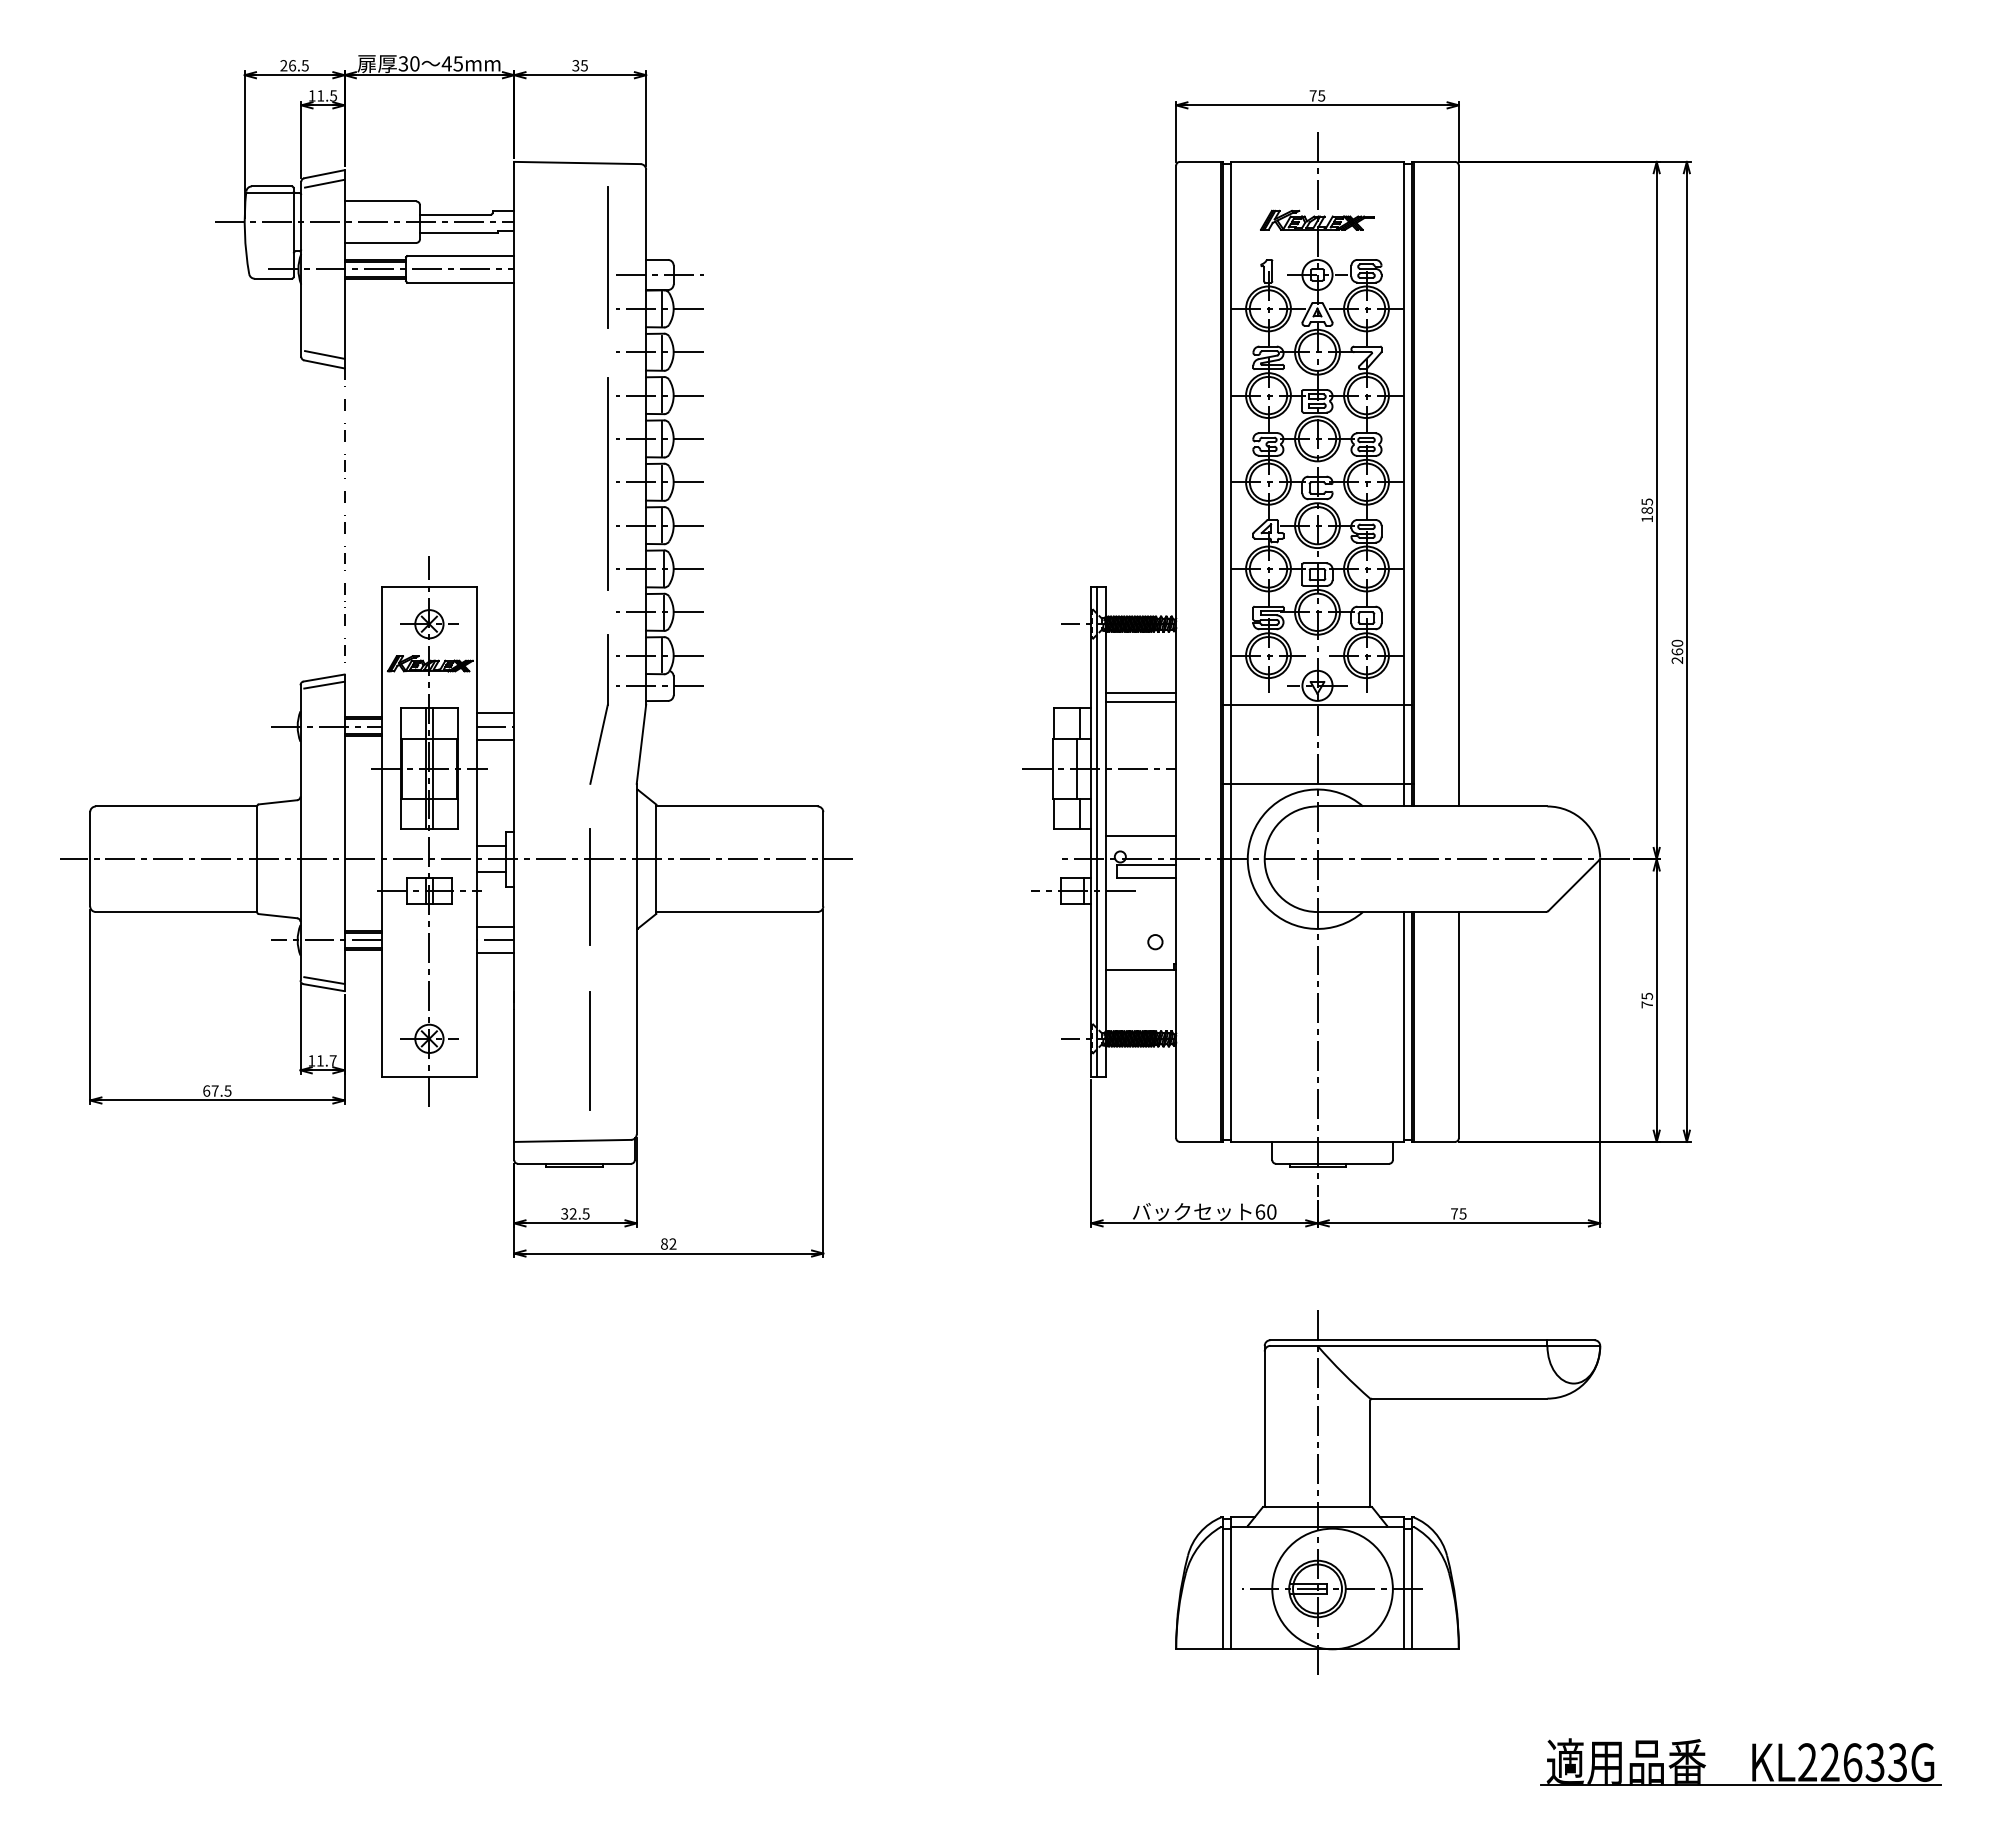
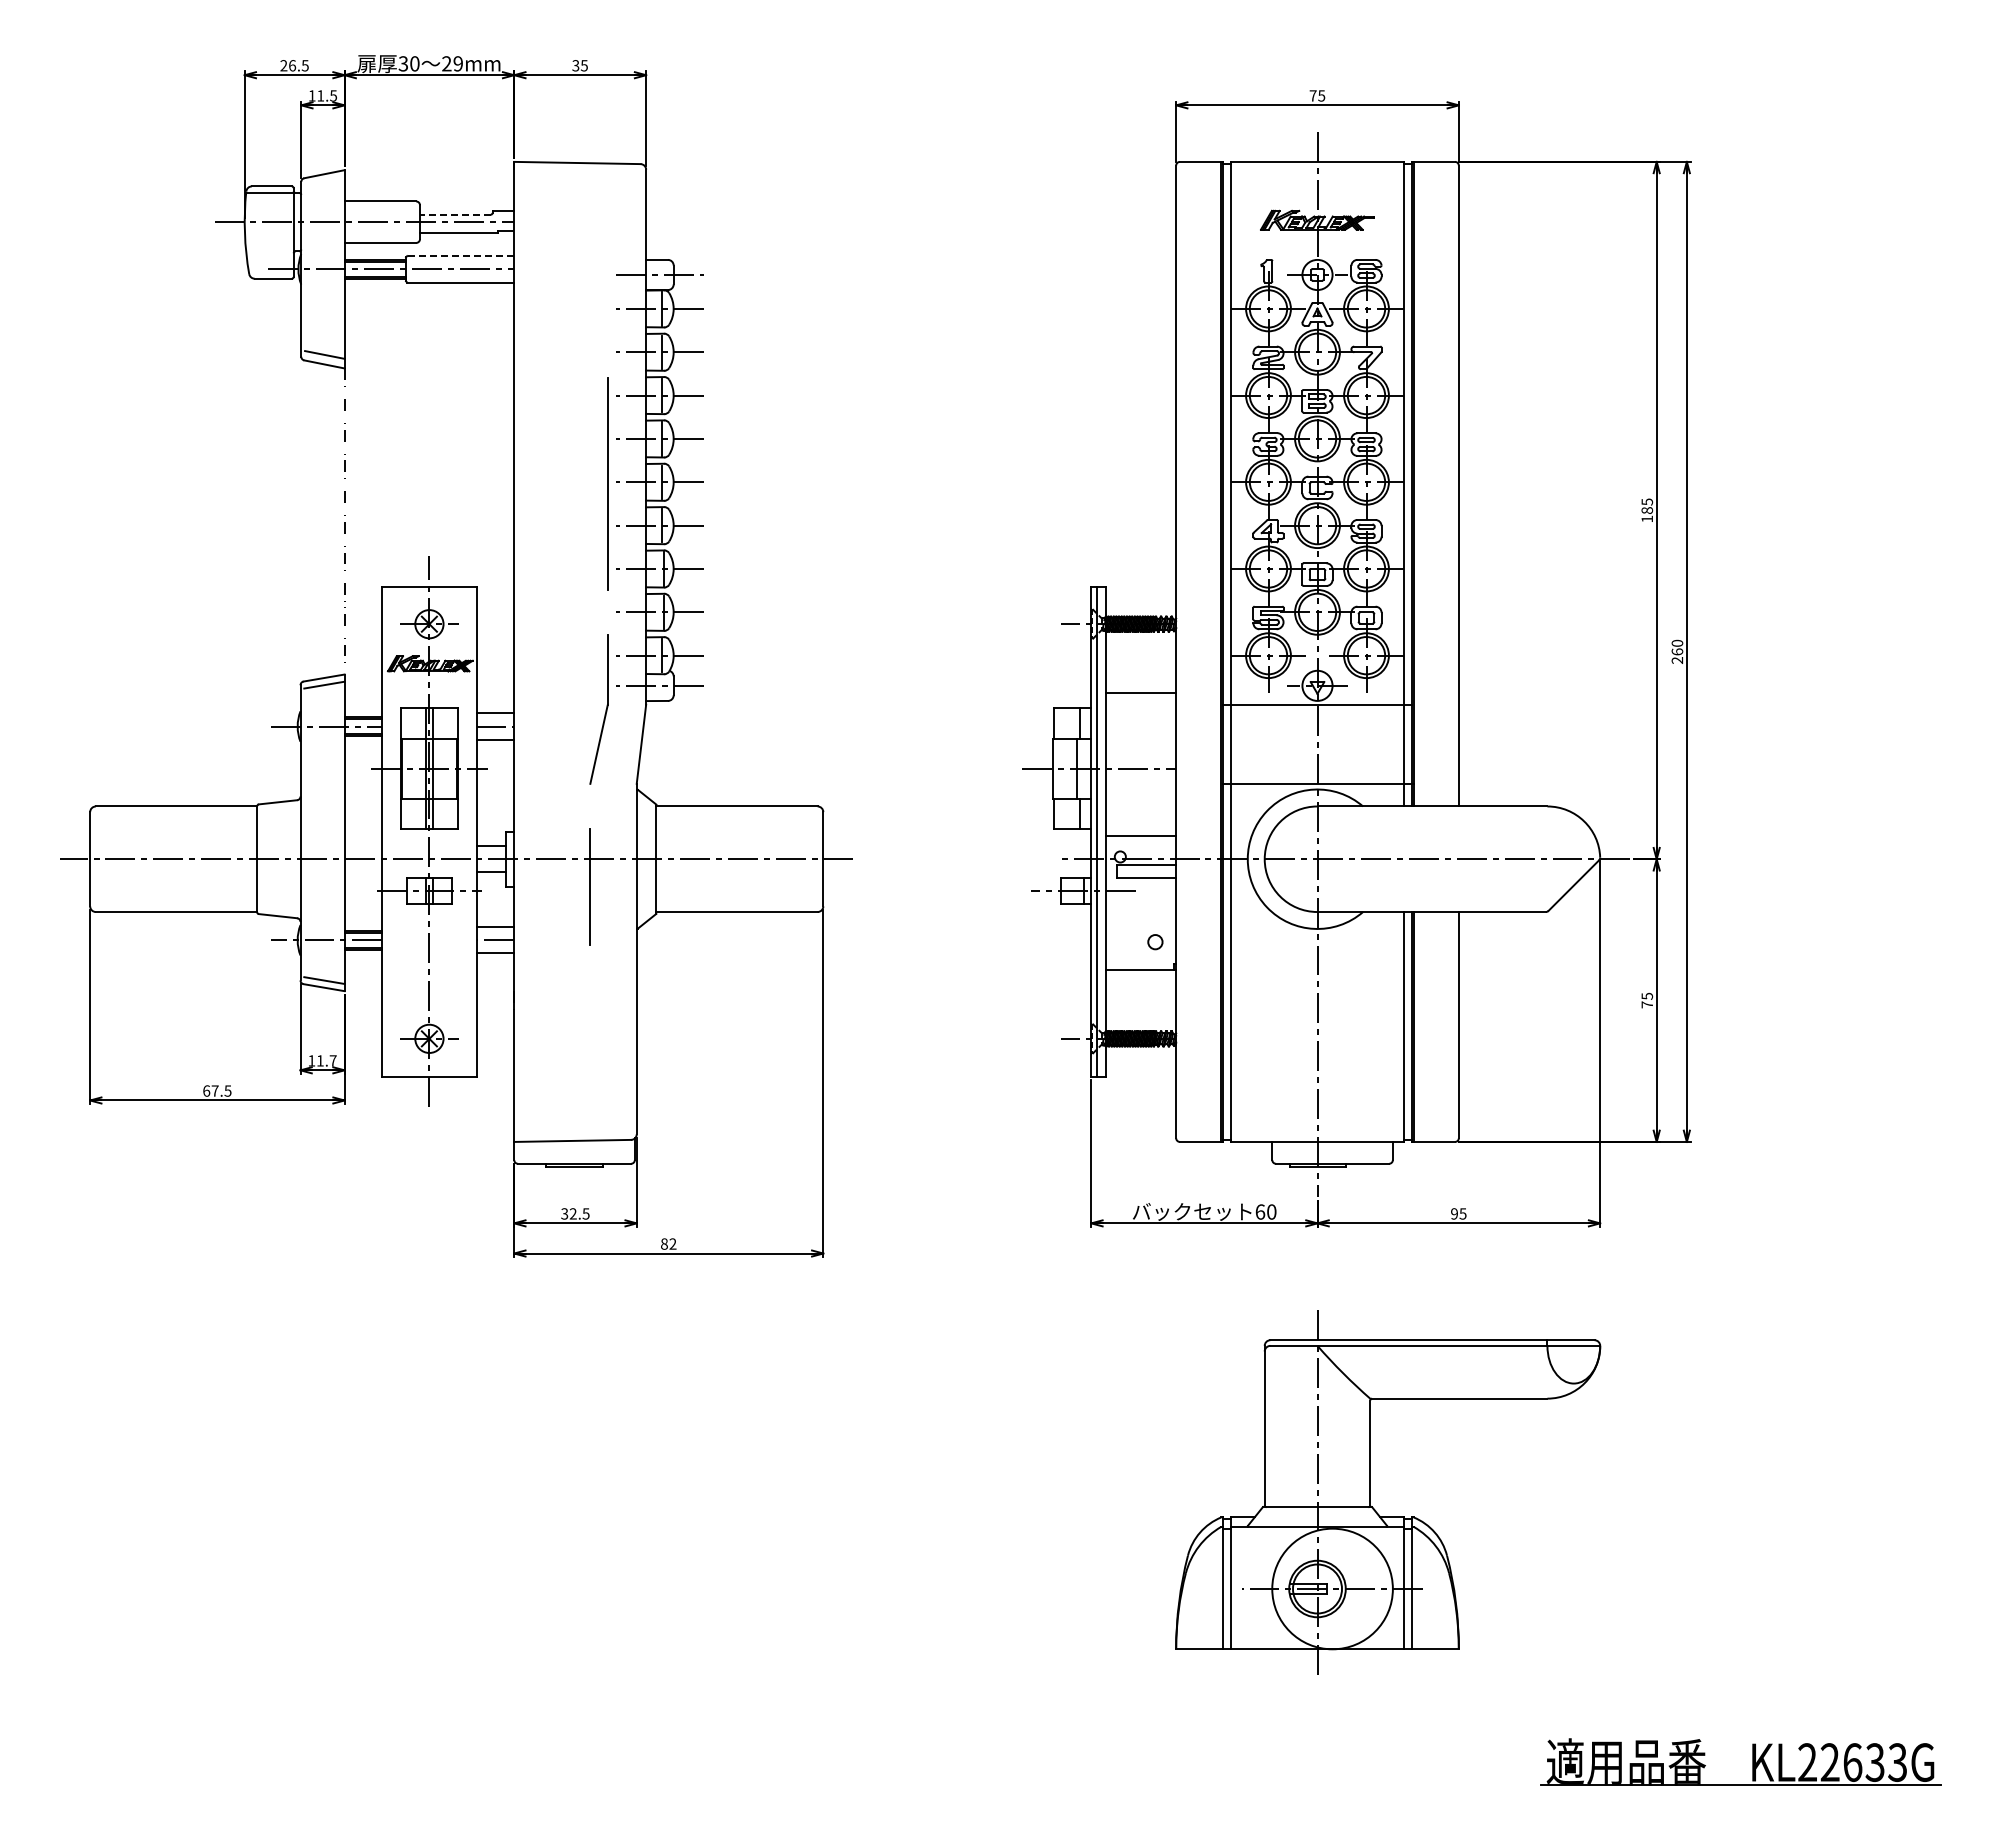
text at (451, 63): 45mm -> 29mm
line at (324, 183): present -> none
line at (454, 214): solid -> dashed
line at (460, 256): solid -> dashed
line at (607, 257): present -> none
line at (1140, 701): present -> none
line at (589, 1050): present -> none
text at (1454, 1213): 75 -> 95
